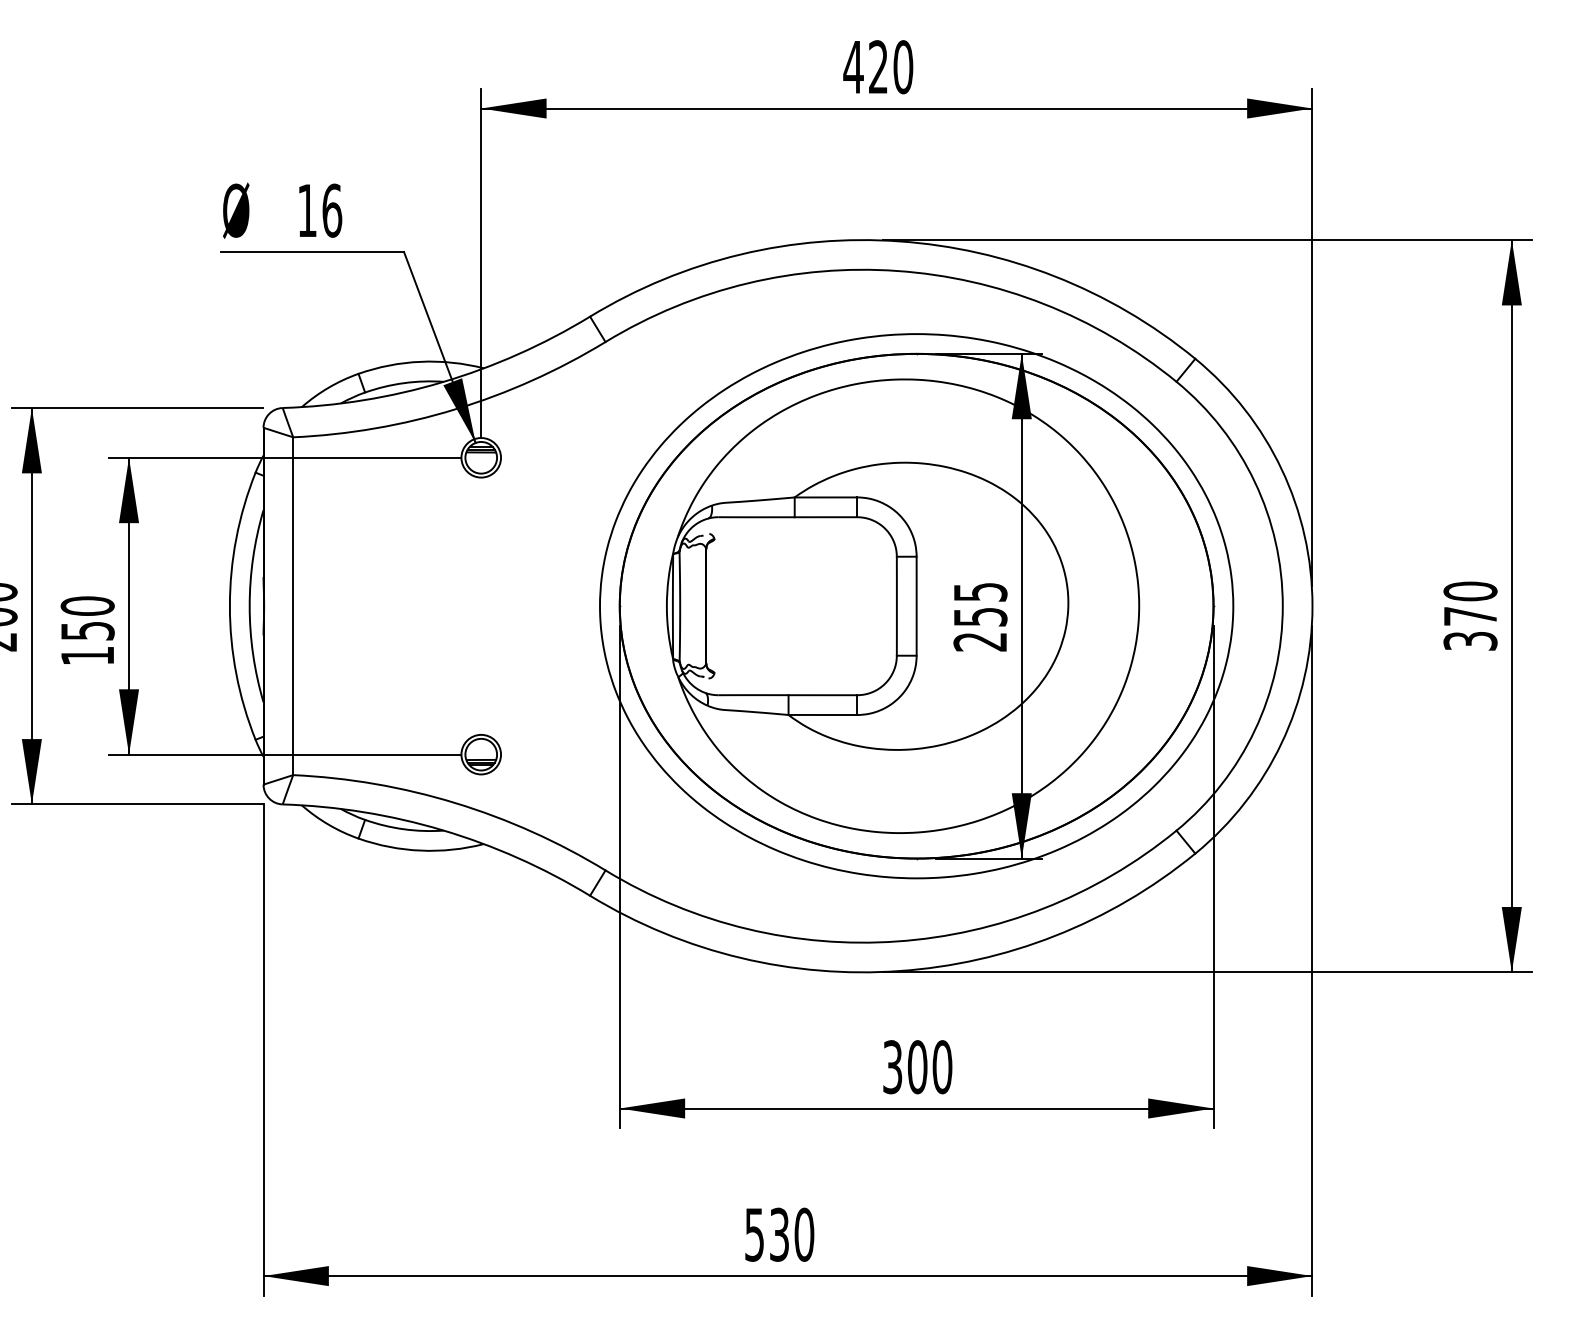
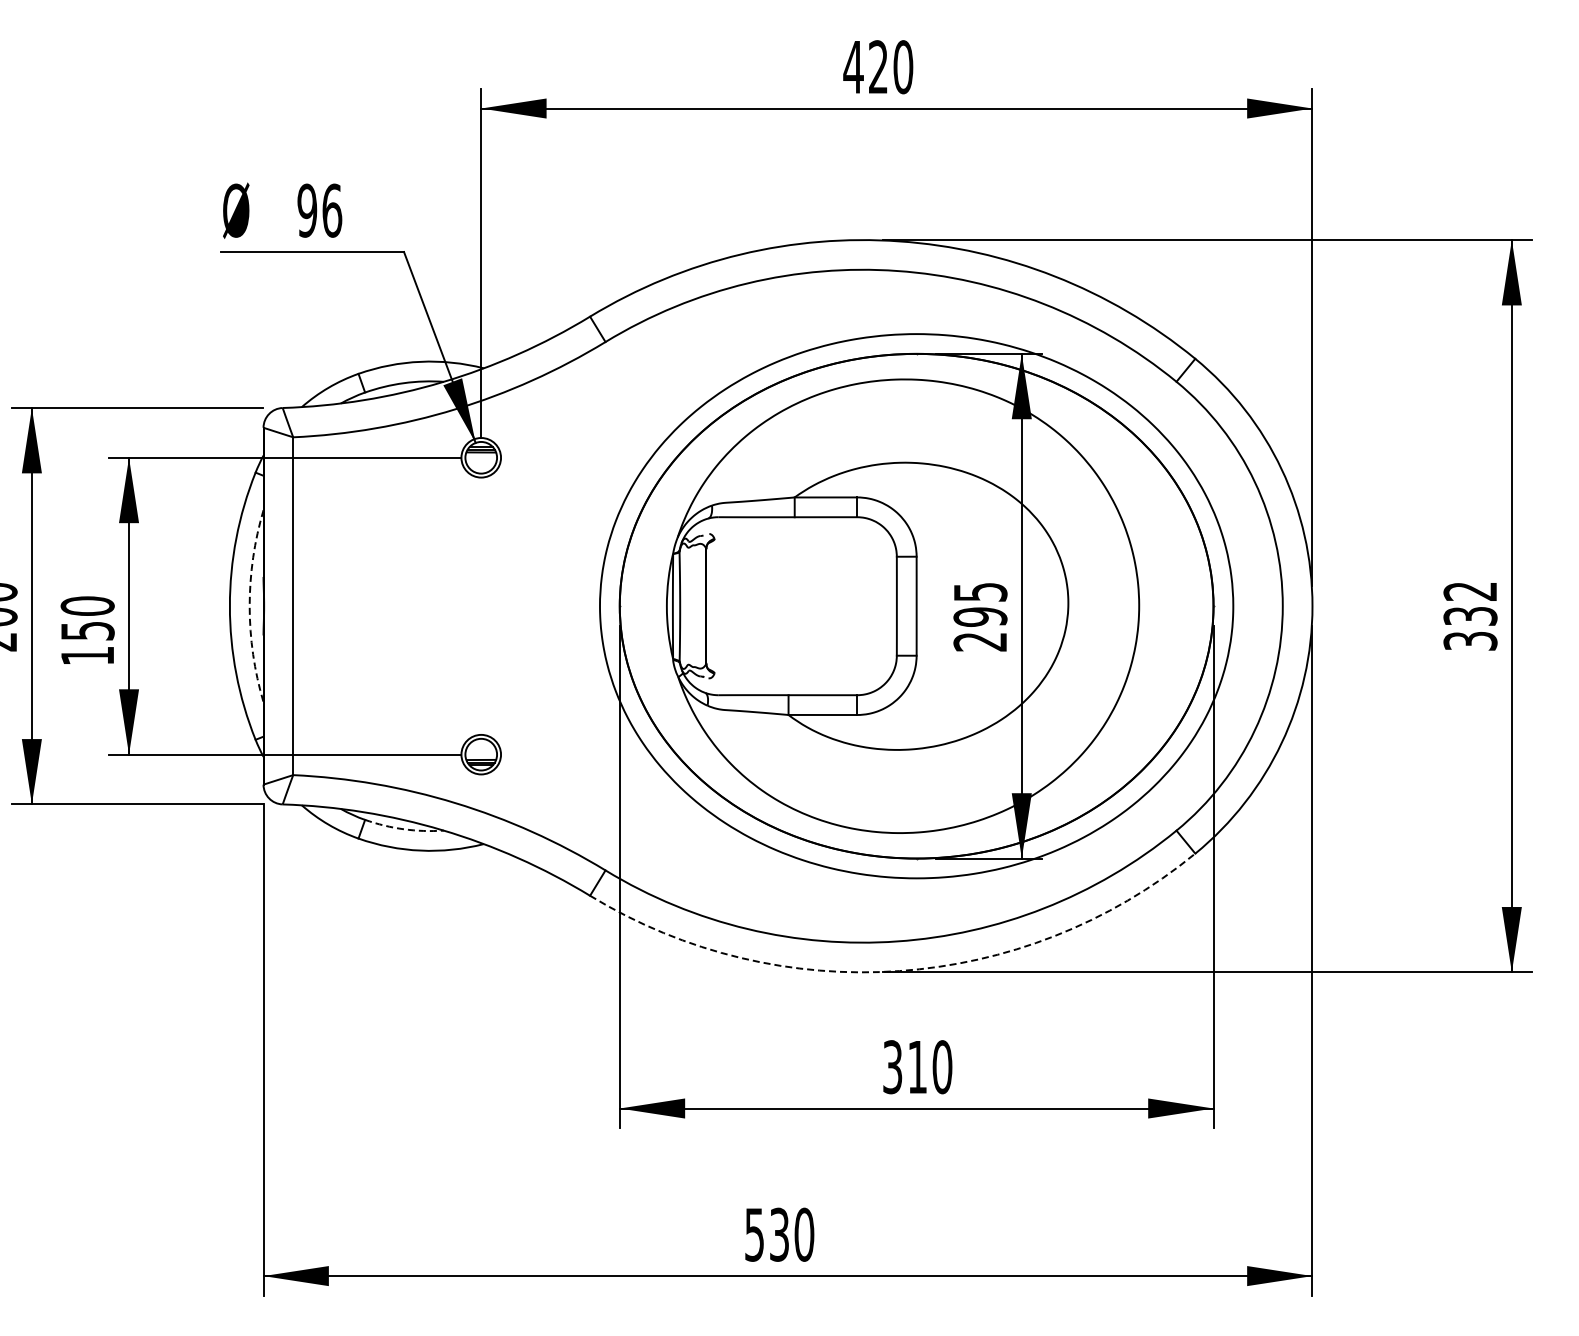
text at (307, 210): 16 -> 96
text at (1470, 603): 370 -> 332
arc at (249, 606): solid -> dashed
text at (980, 616): 255 -> 295
arc at (403, 829): solid -> dashed
arc at (899, 971): solid -> dashed
text at (917, 1067): 300 -> 310
